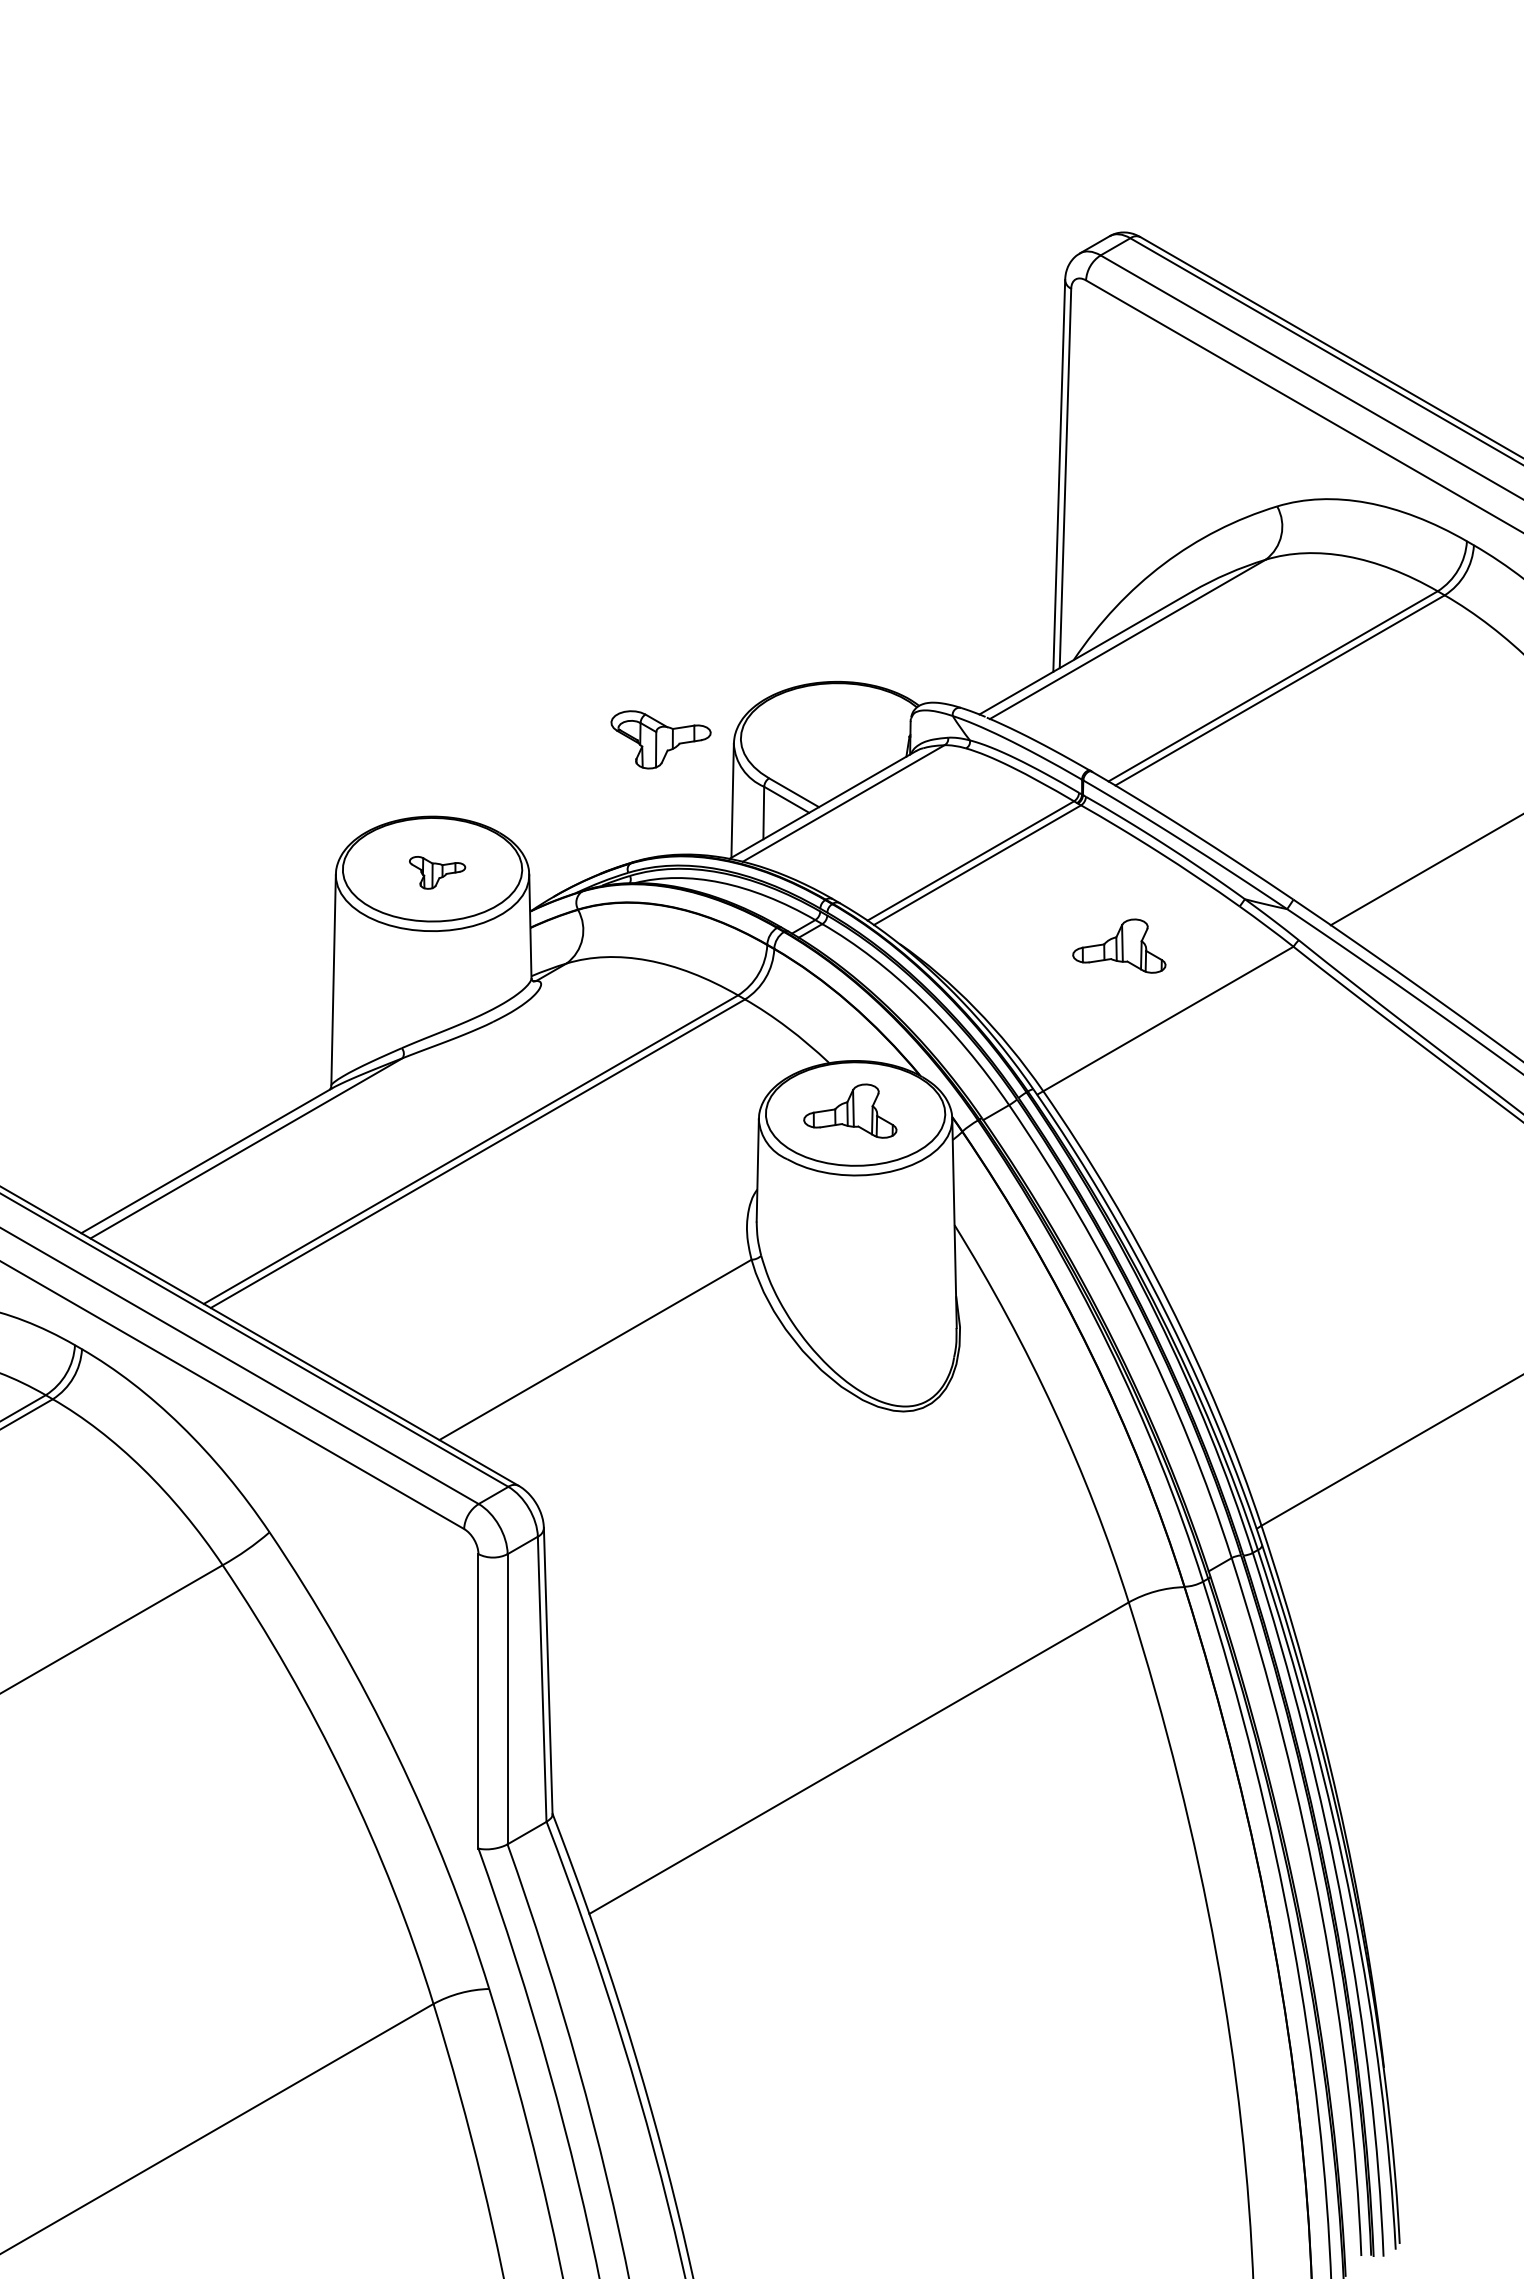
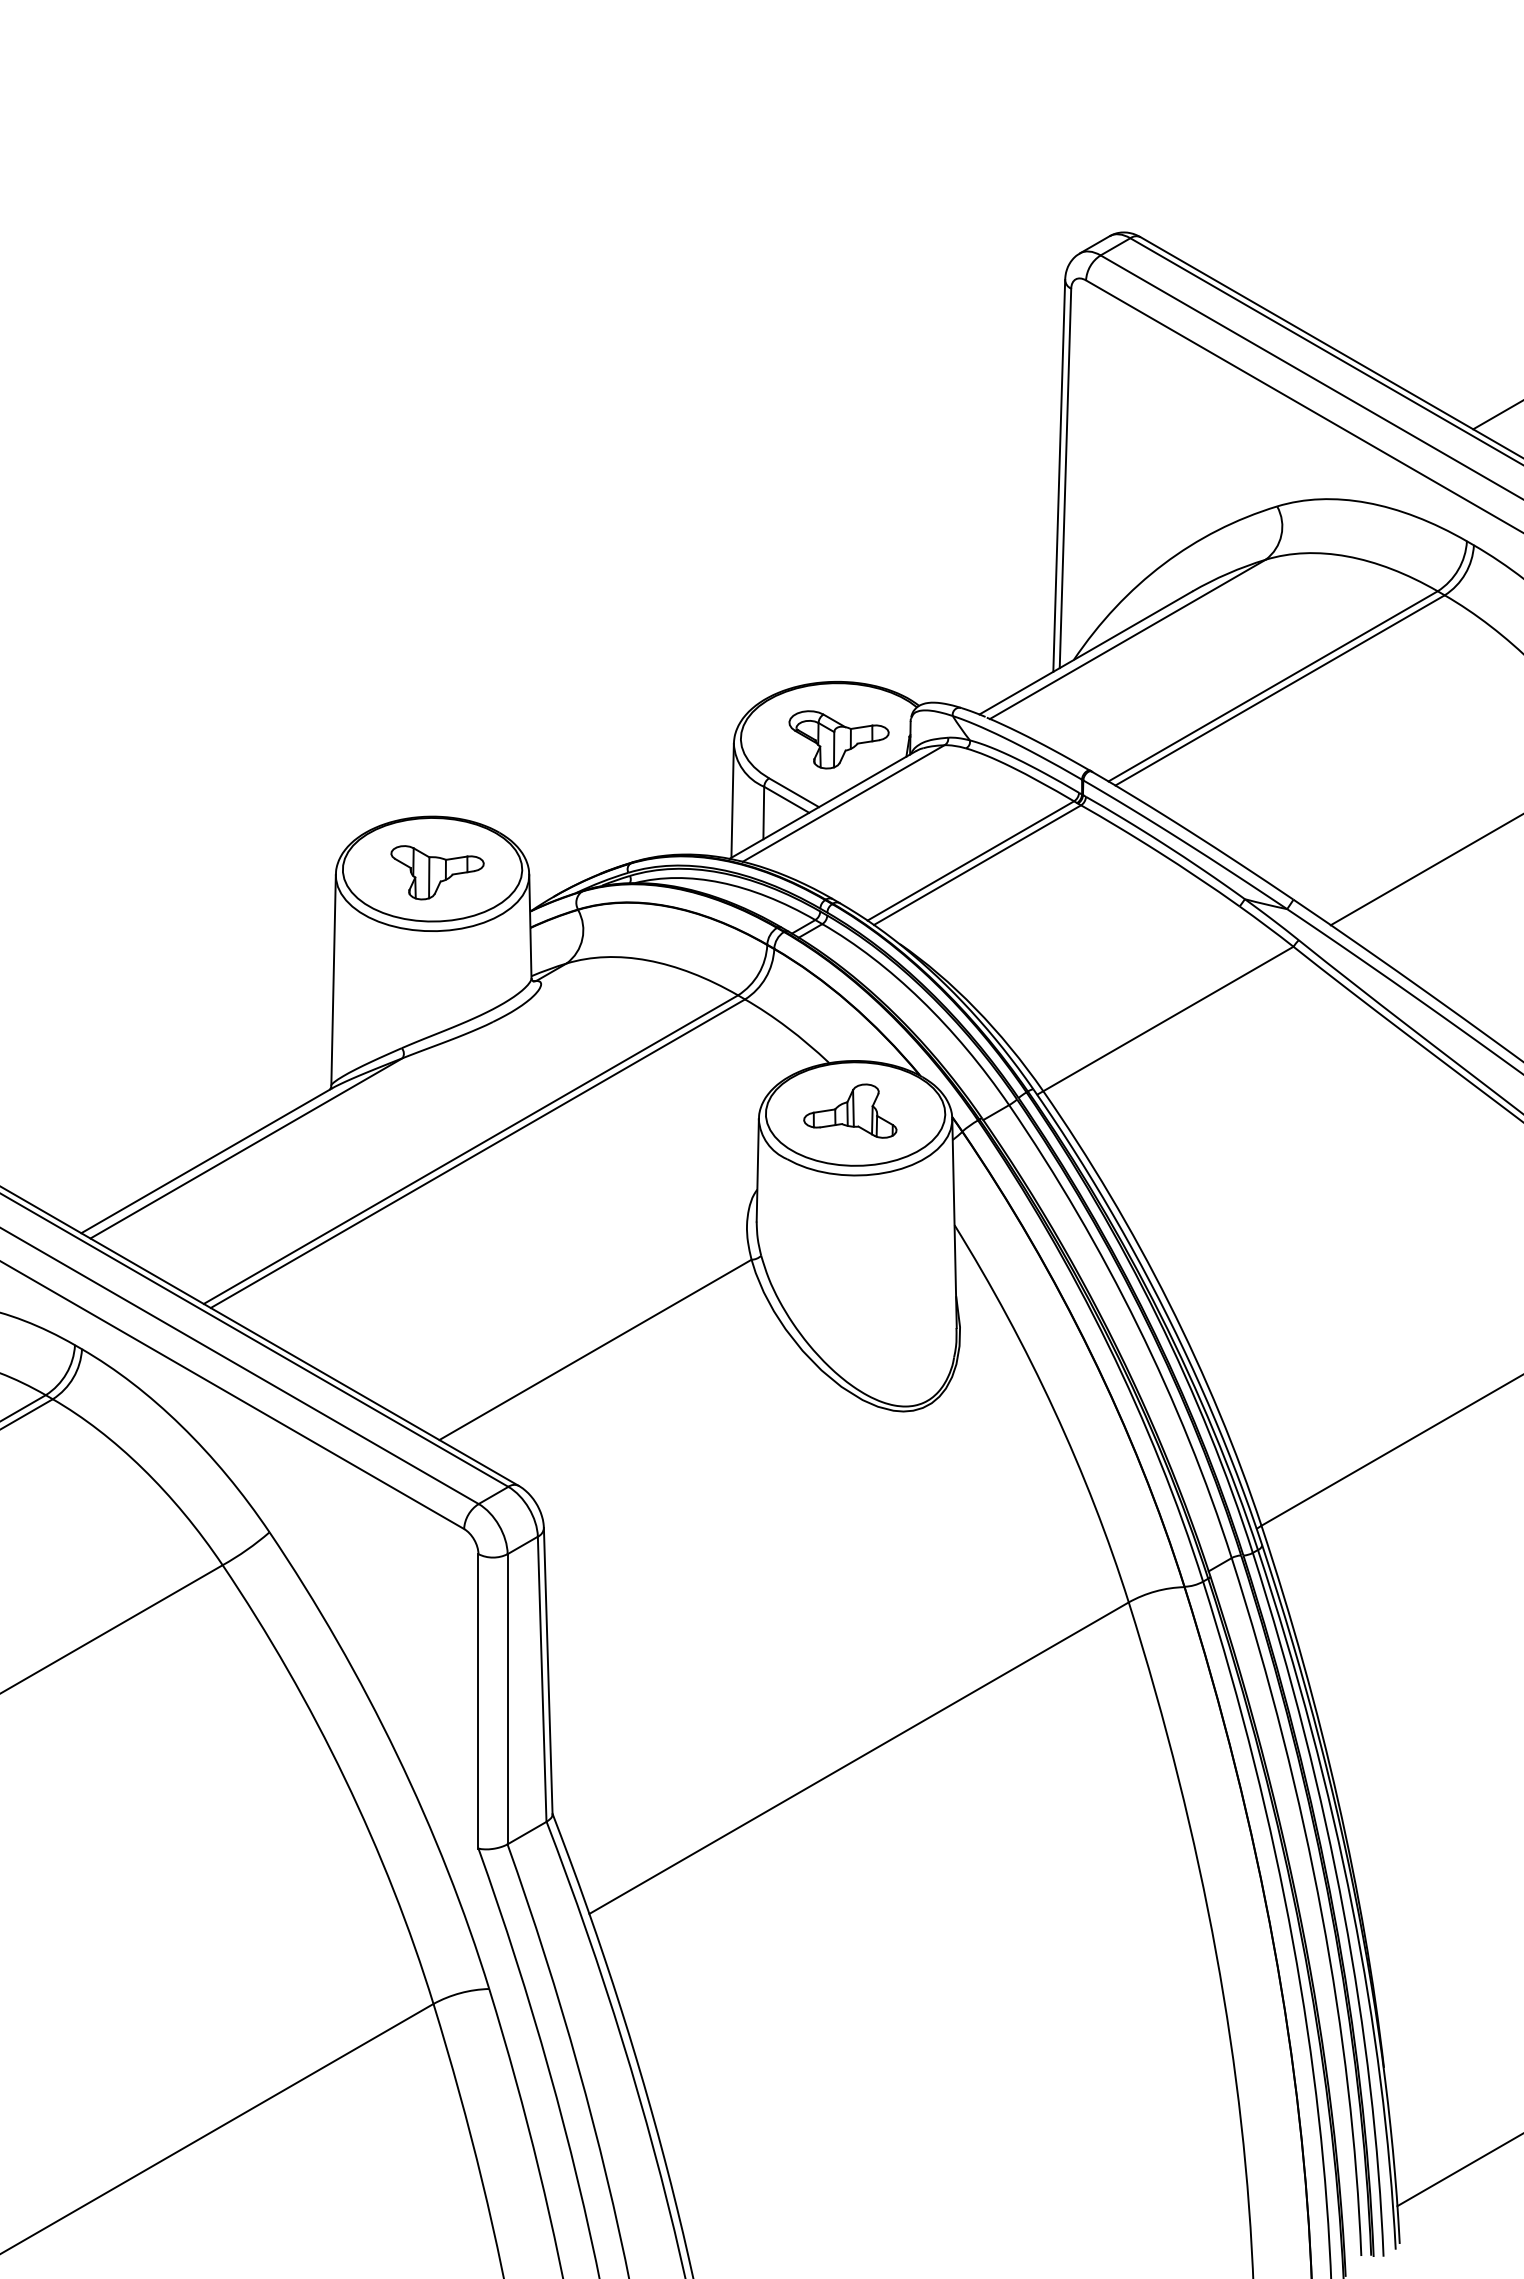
line at (1496, 415): none -> present
part at (660, 739) position: (660, 739) -> (838, 739)
part at (437, 872) size: 58x34 px -> 95x56 px
part at (1119, 945): present -> none
line at (1458, 2170): none -> present
